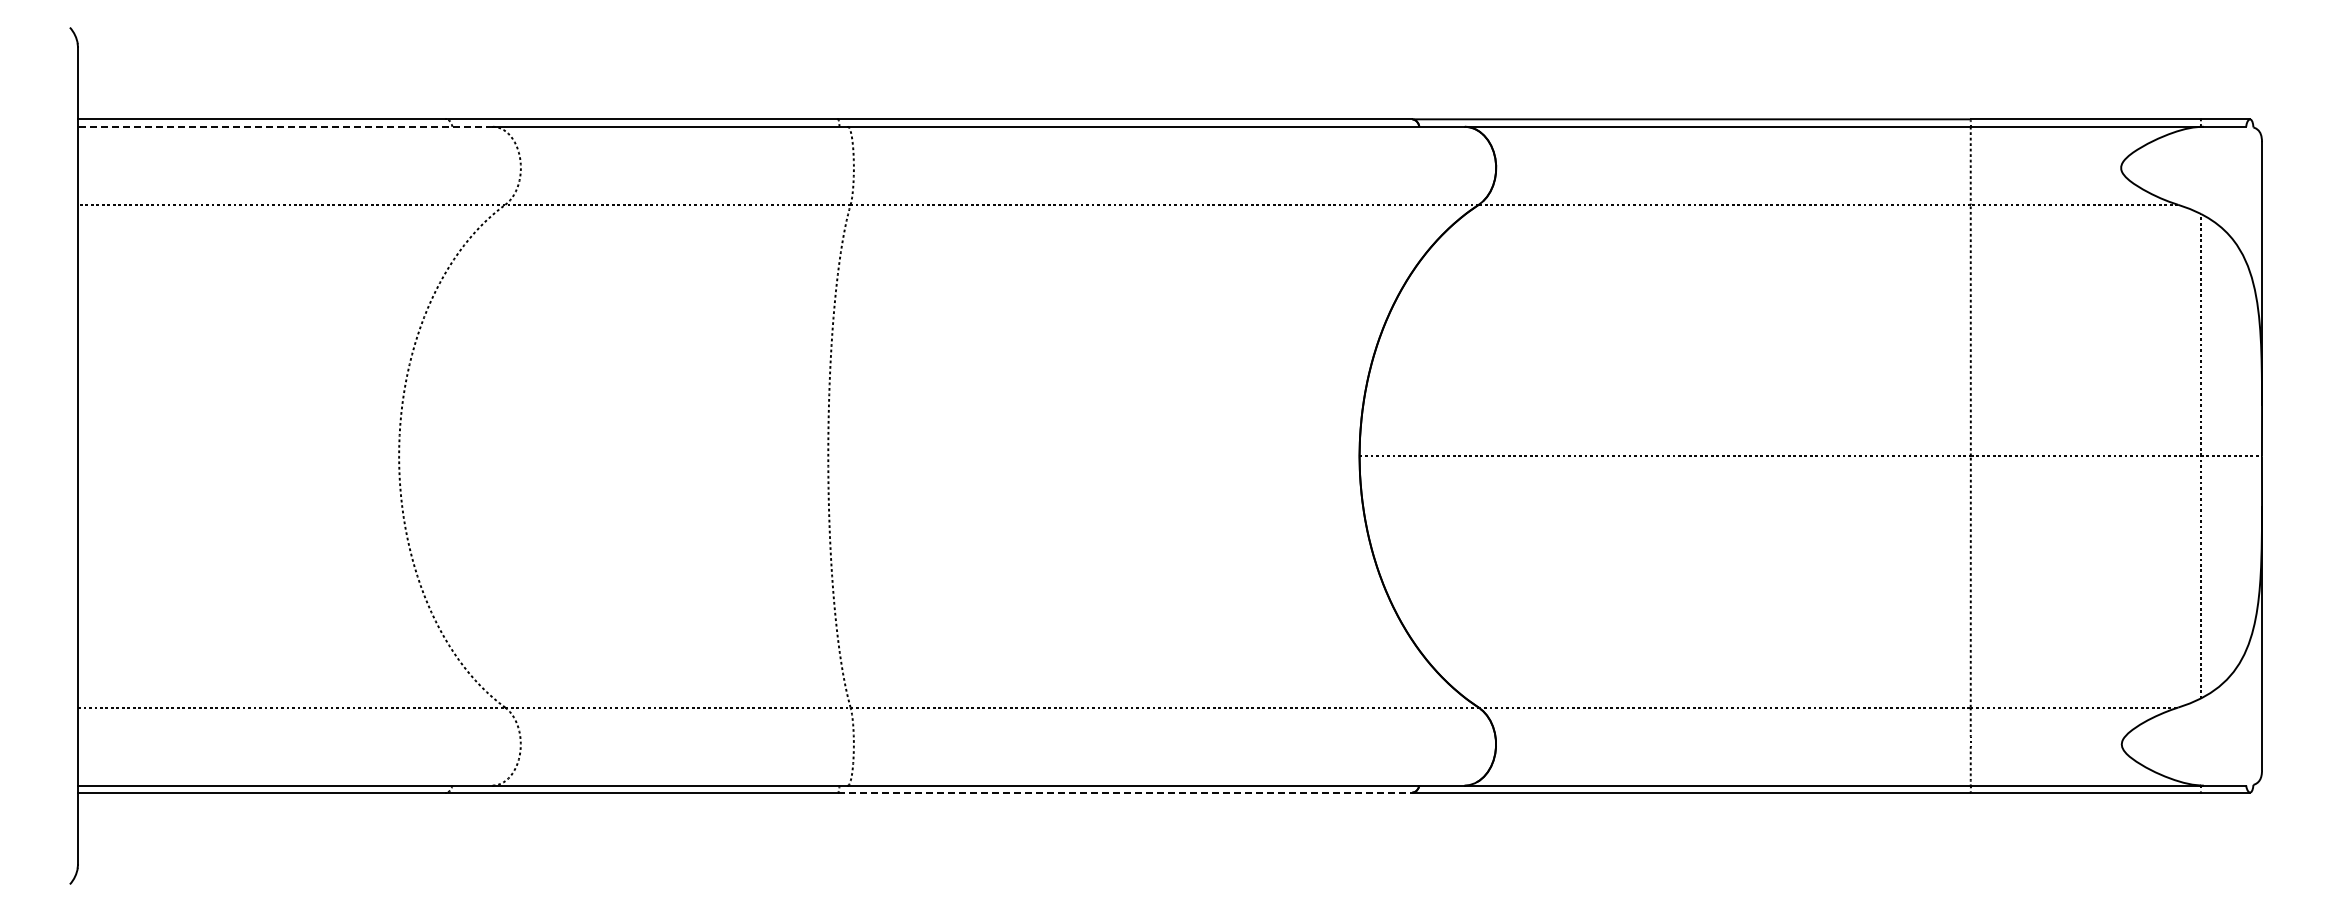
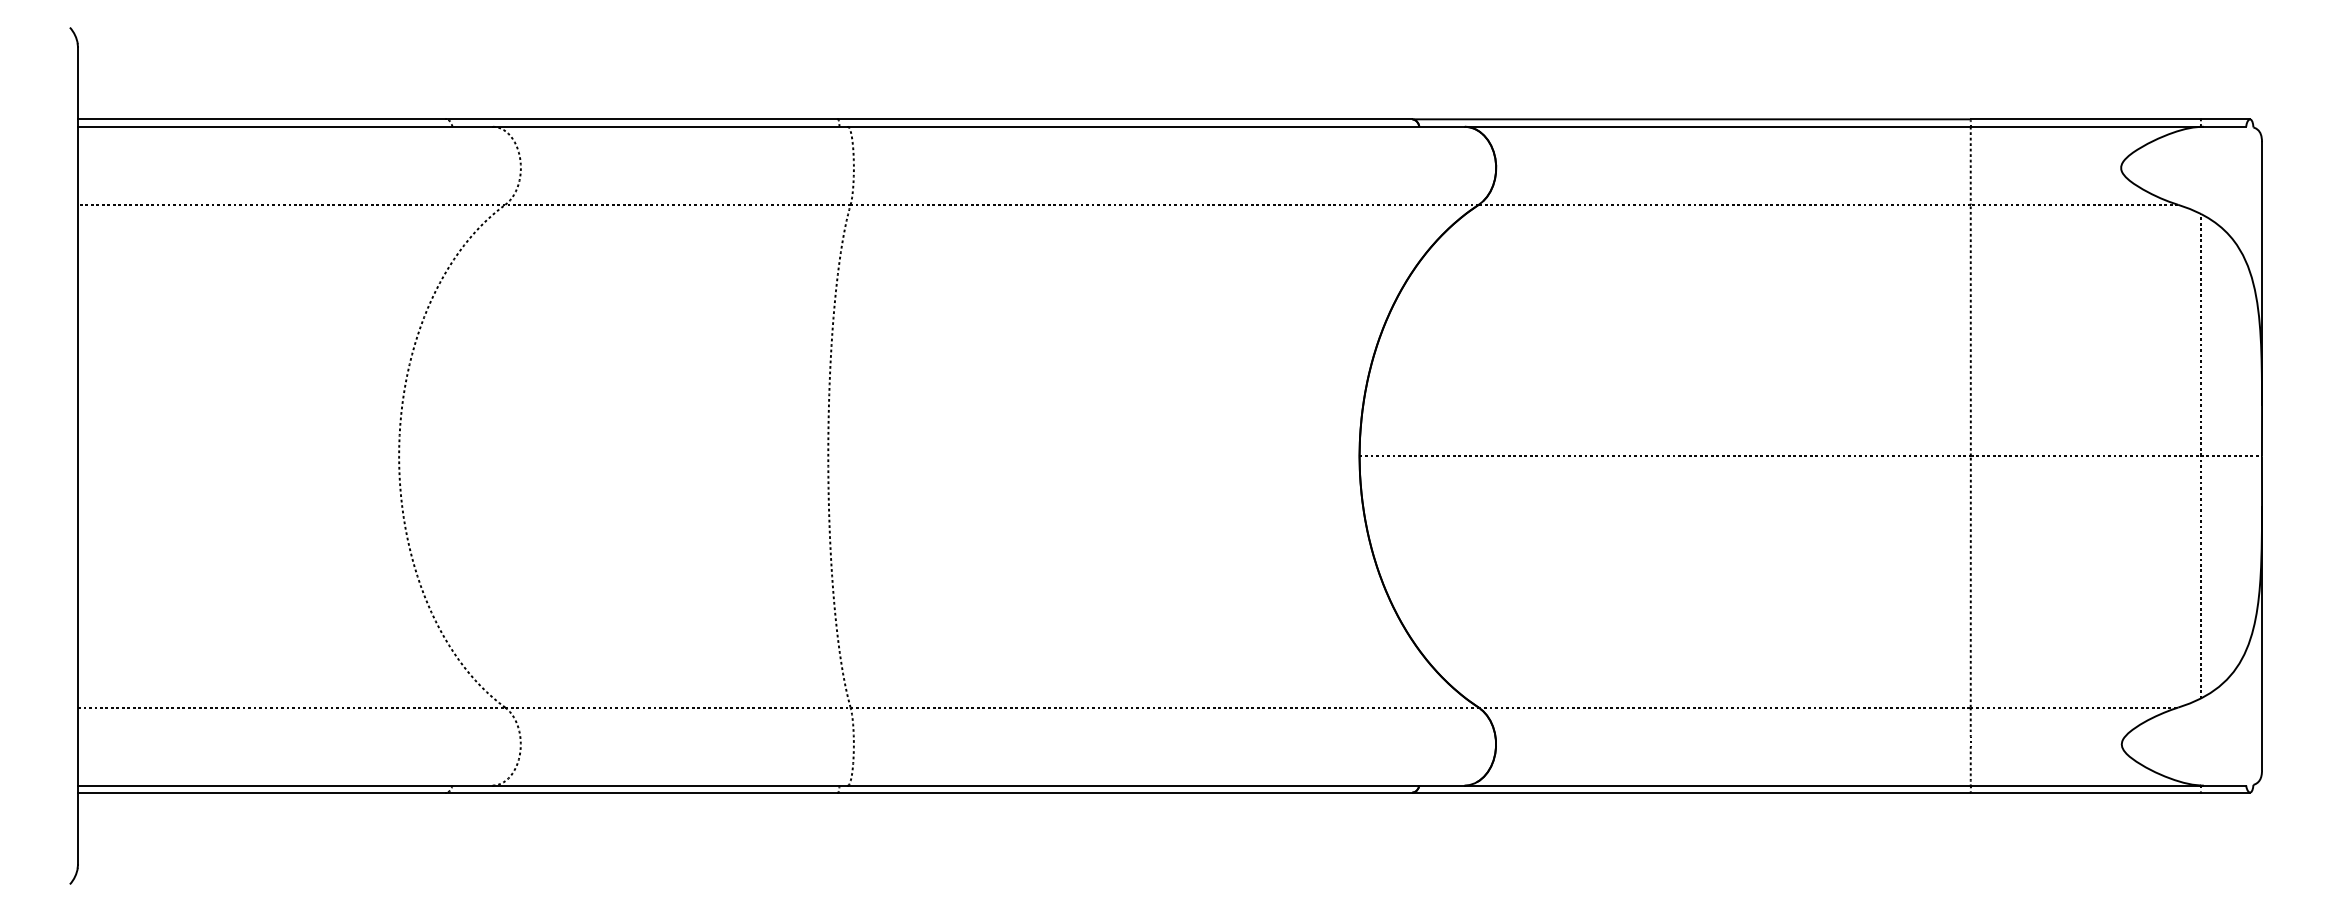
line at (284, 126): dashed -> solid
line at (1125, 792): dashed -> solid
